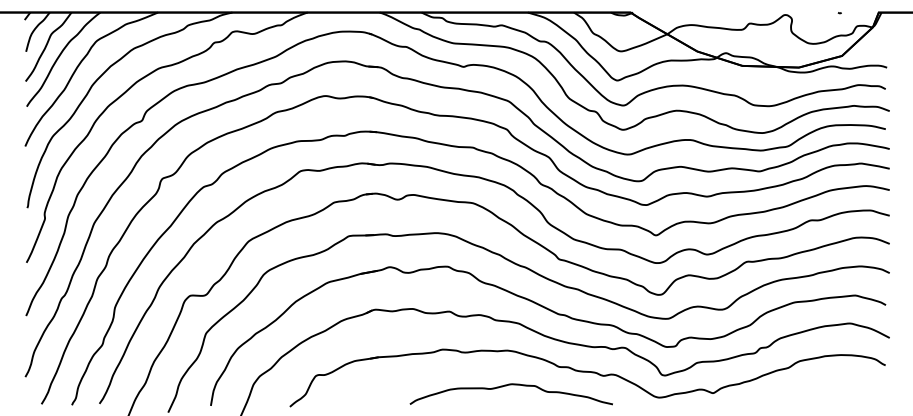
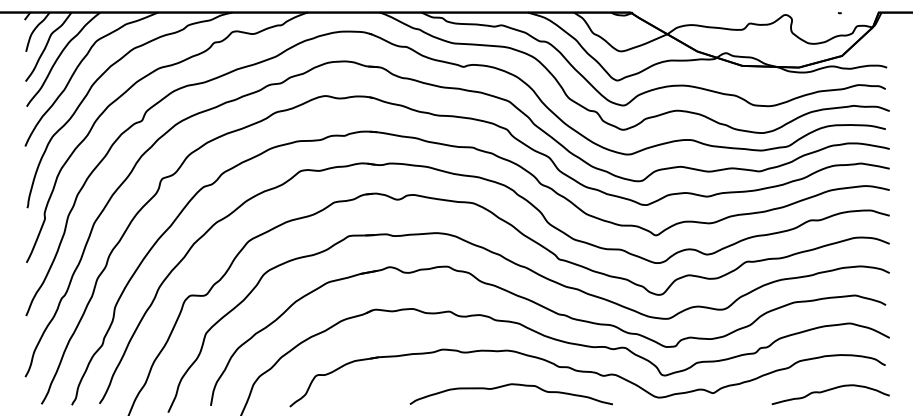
curve at (830, 390): none -> present
